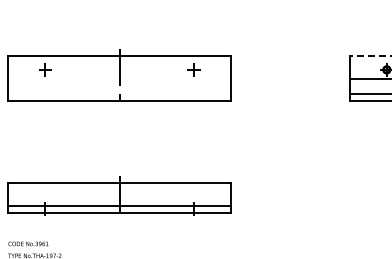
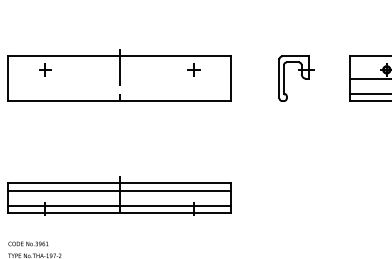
line at (370, 56): dashed -> solid
part at (296, 78): none -> present
line at (119, 190): none -> present
